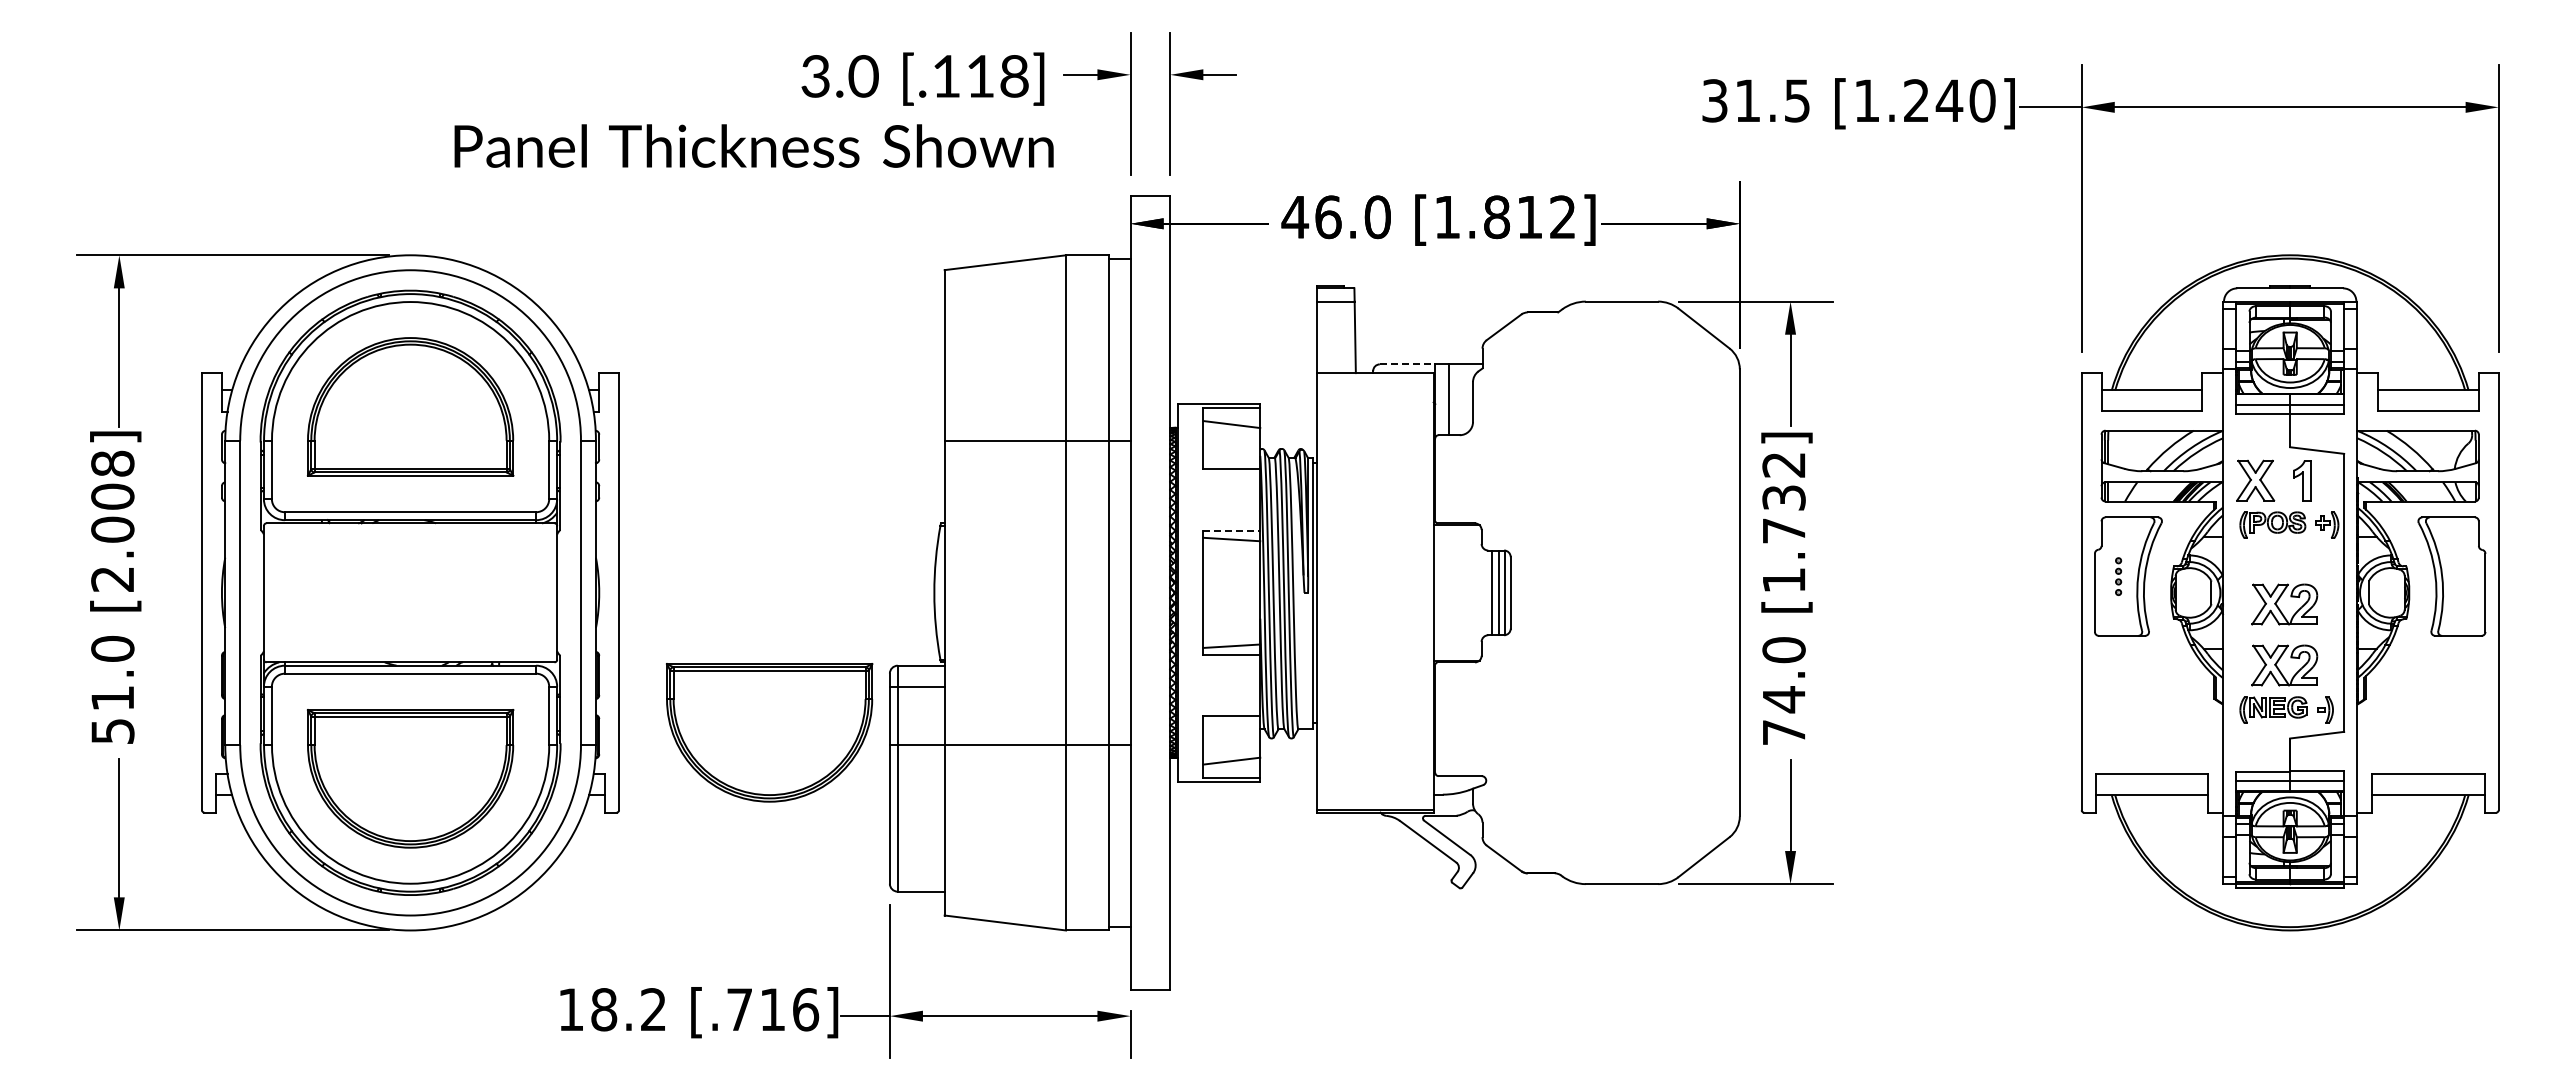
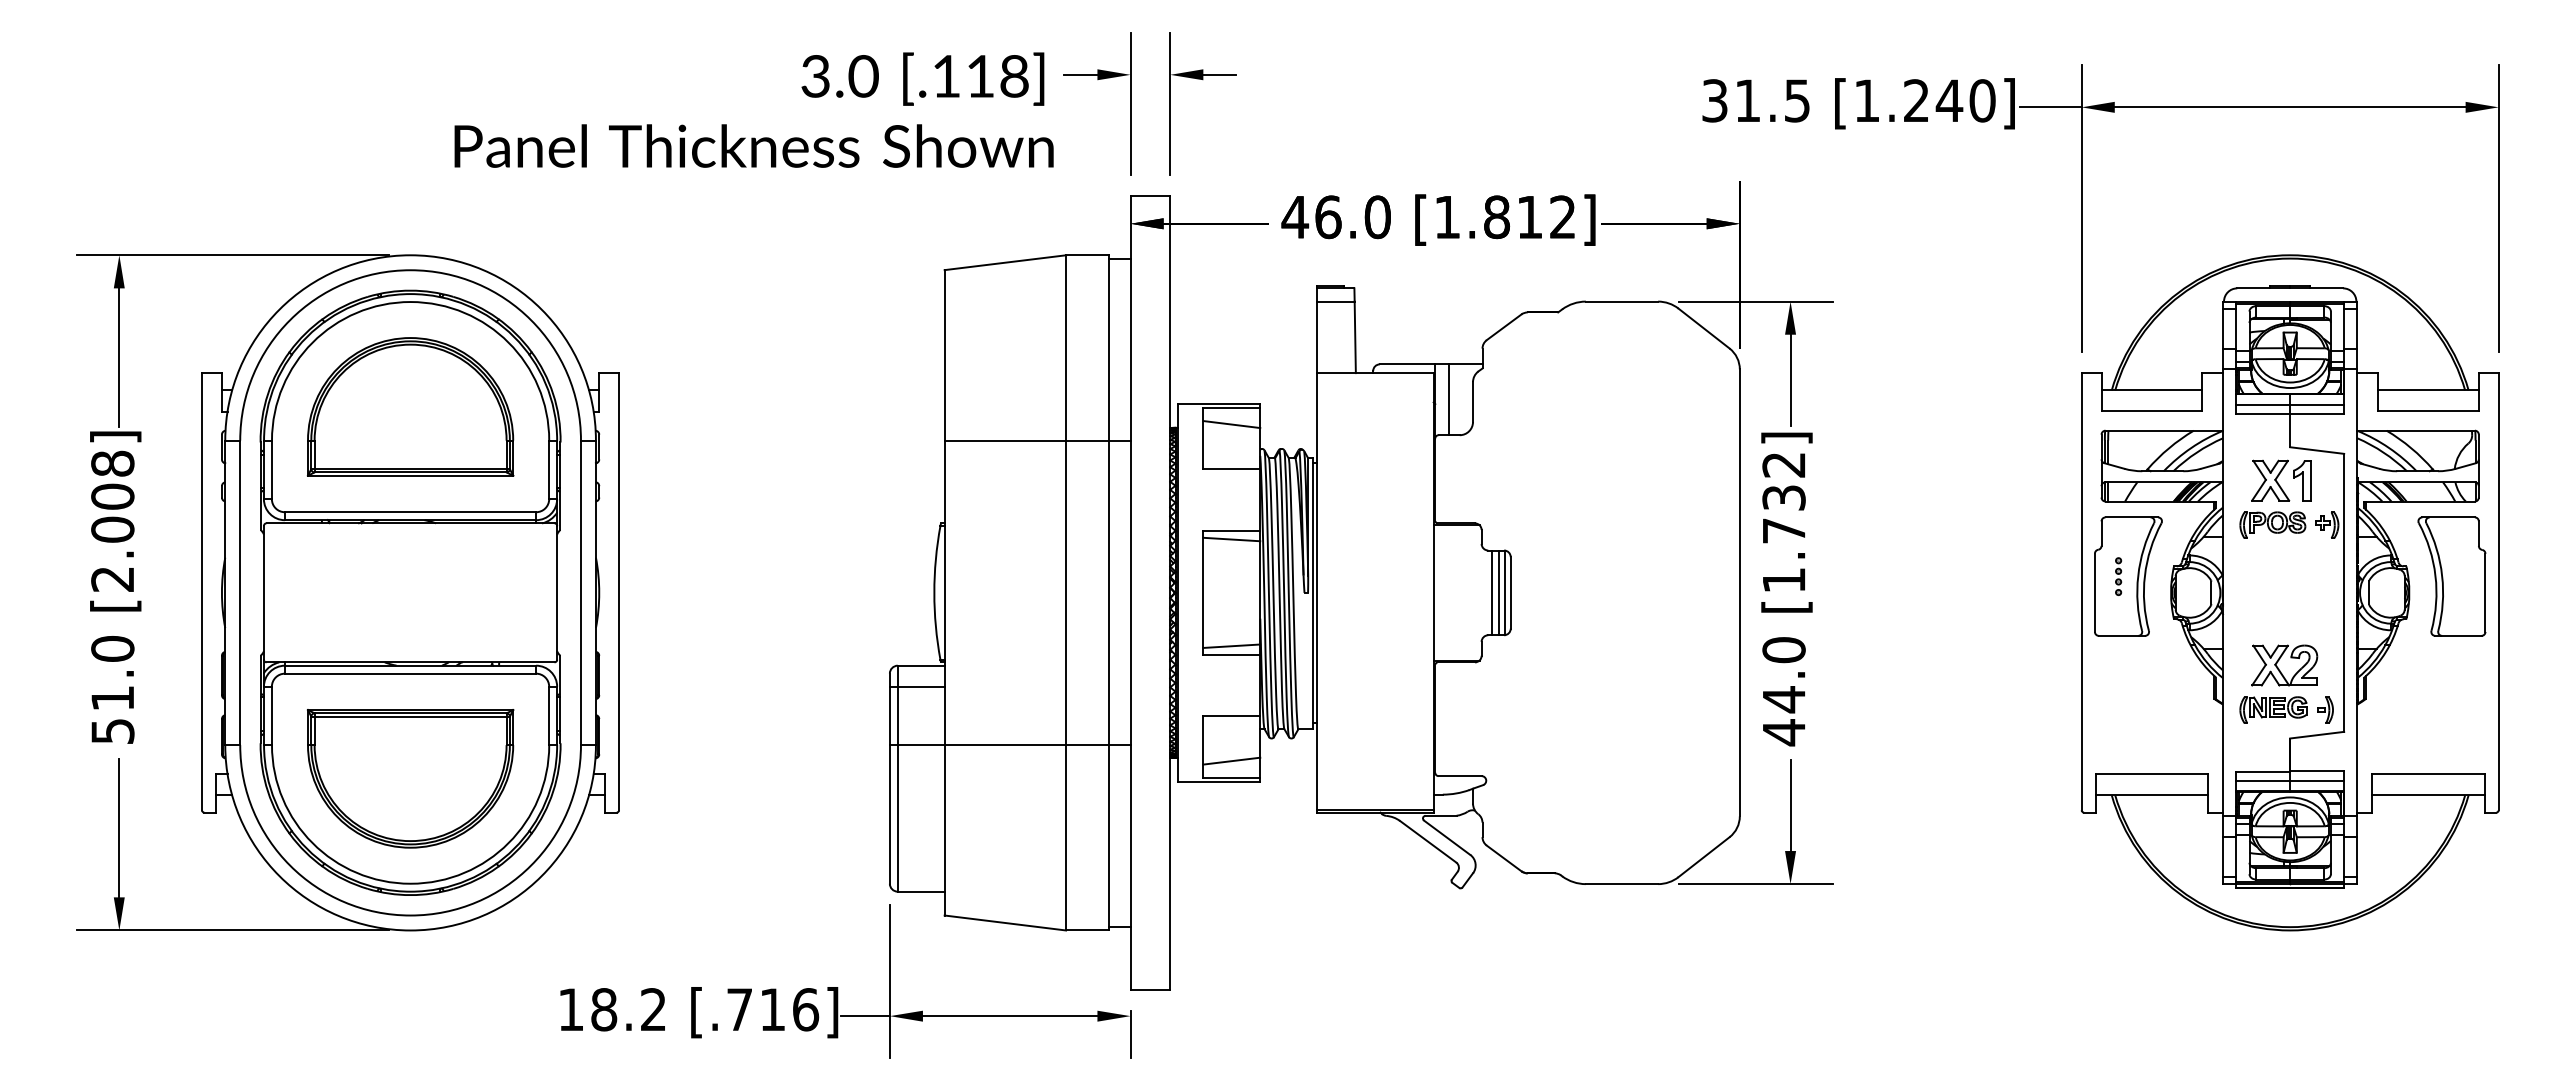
line at (1407, 364): dashed -> solid
part at (2255, 480) position: (2255, 480) -> (2270, 480)
line at (1232, 531): dashed -> solid
part at (2278, 606): present -> none
part at (769, 732): present -> none
text at (1784, 732): 74.0 -> 44.0
